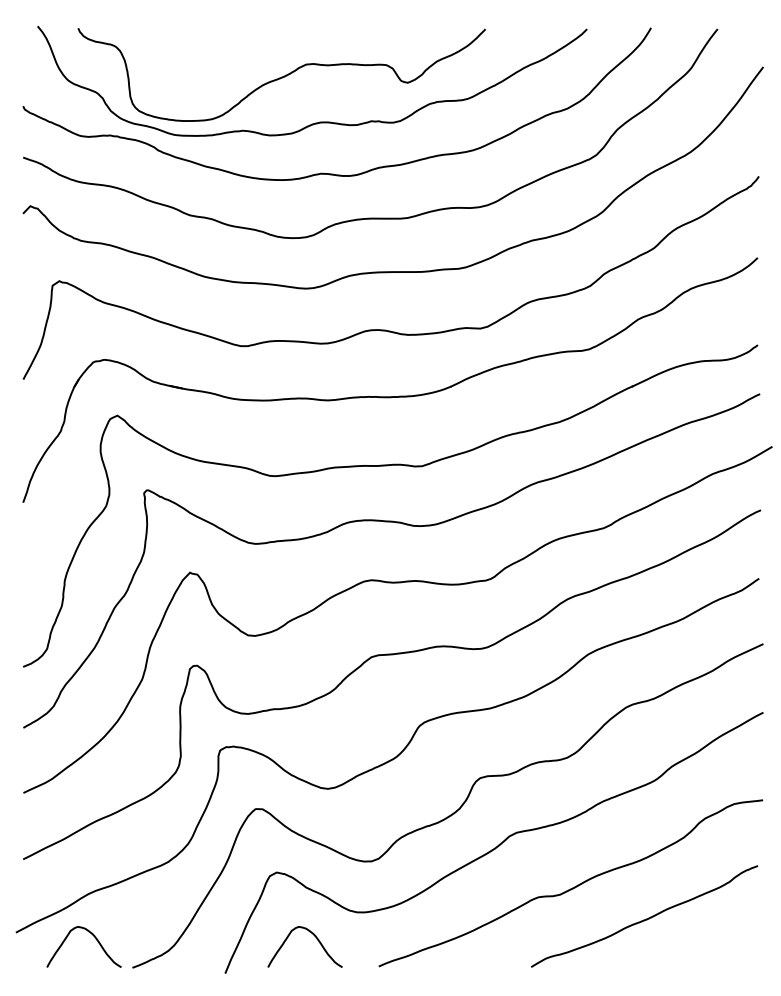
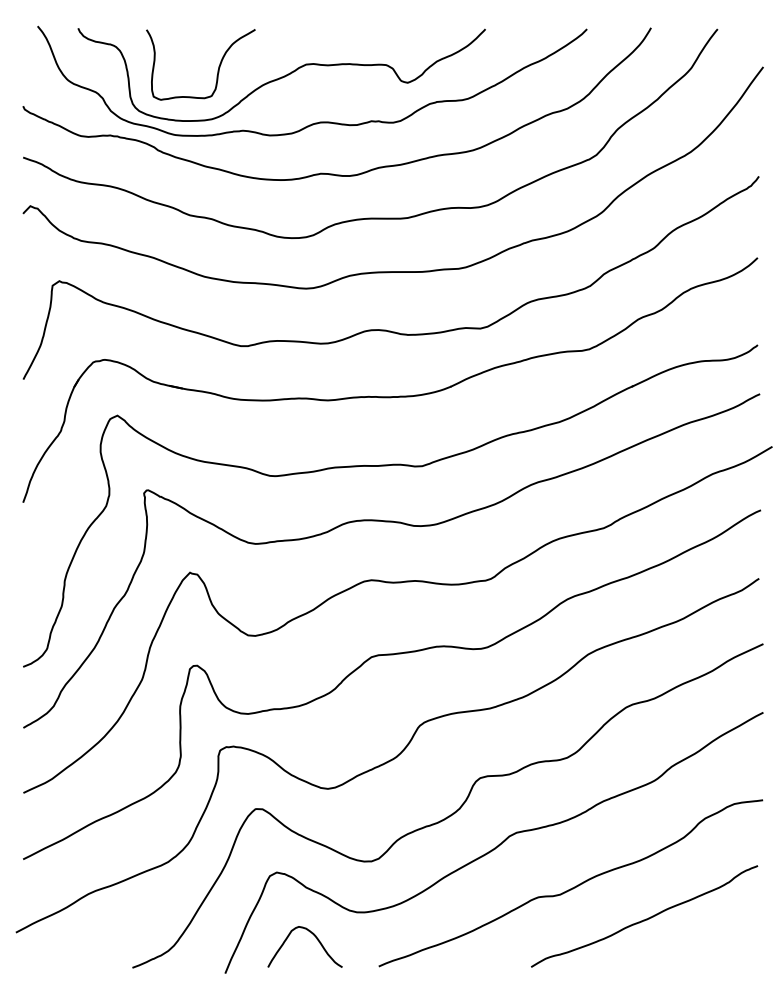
curve at (217, 70): none -> present
curve at (95, 939): present -> none
